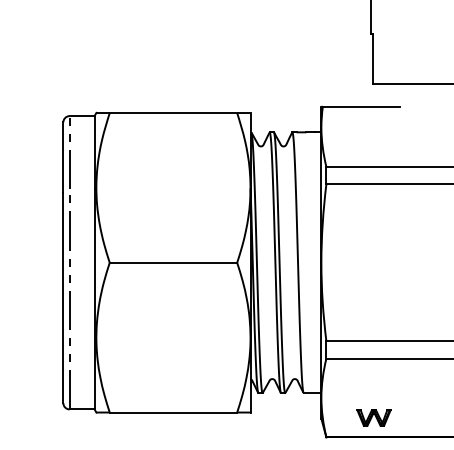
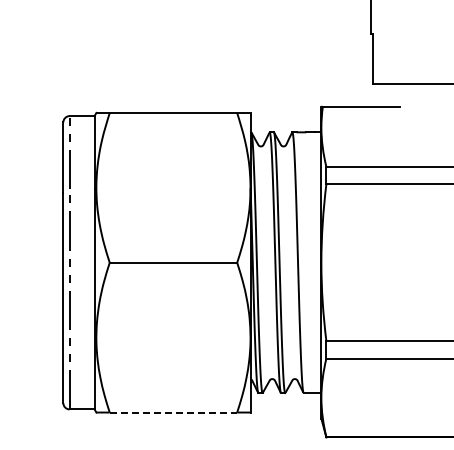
line at (173, 412): solid -> dashed
part at (373, 417): present -> none
